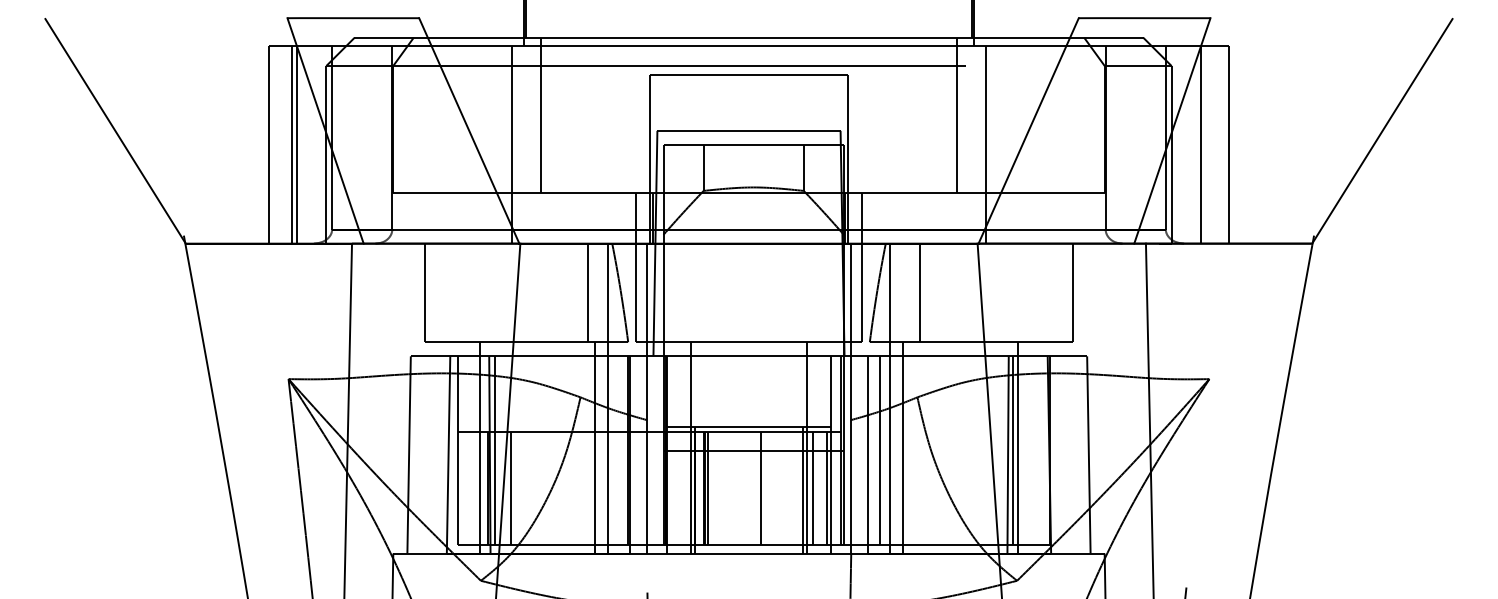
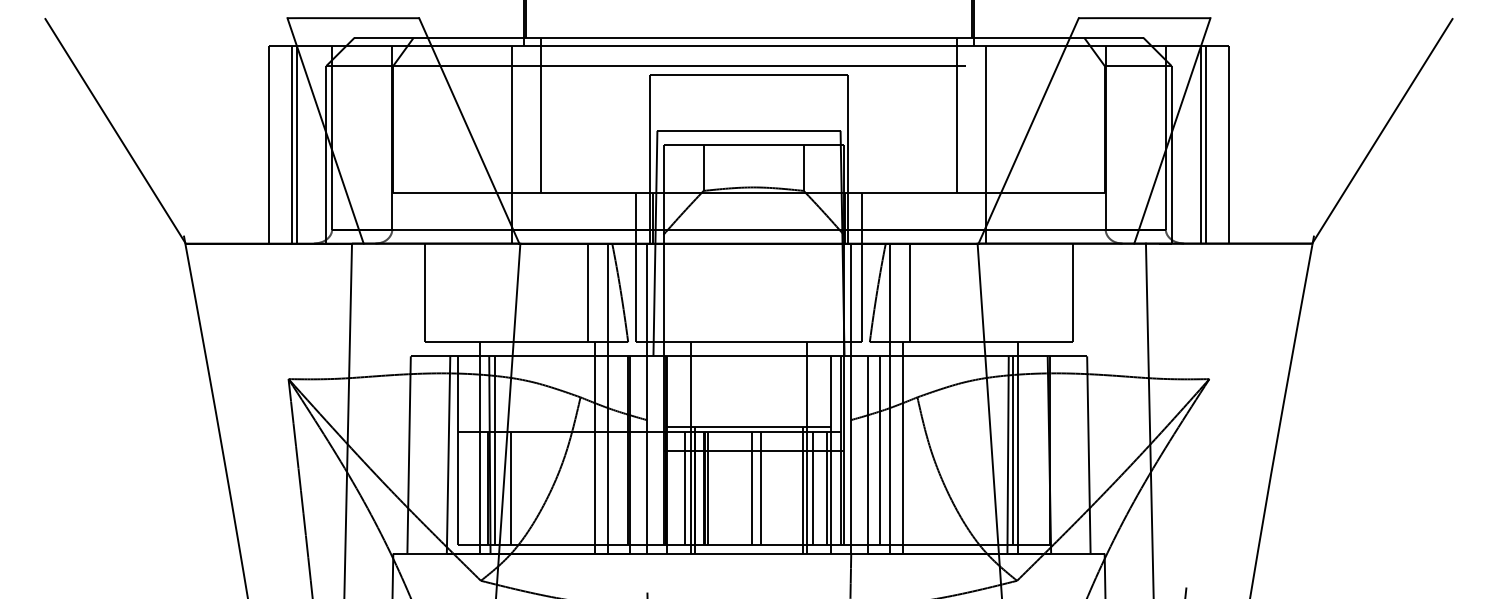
line at (1205, 144): none -> present
line at (920, 292) position: (920, 292) -> (910, 292)
line at (685, 488): none -> present
line at (751, 488): none -> present
